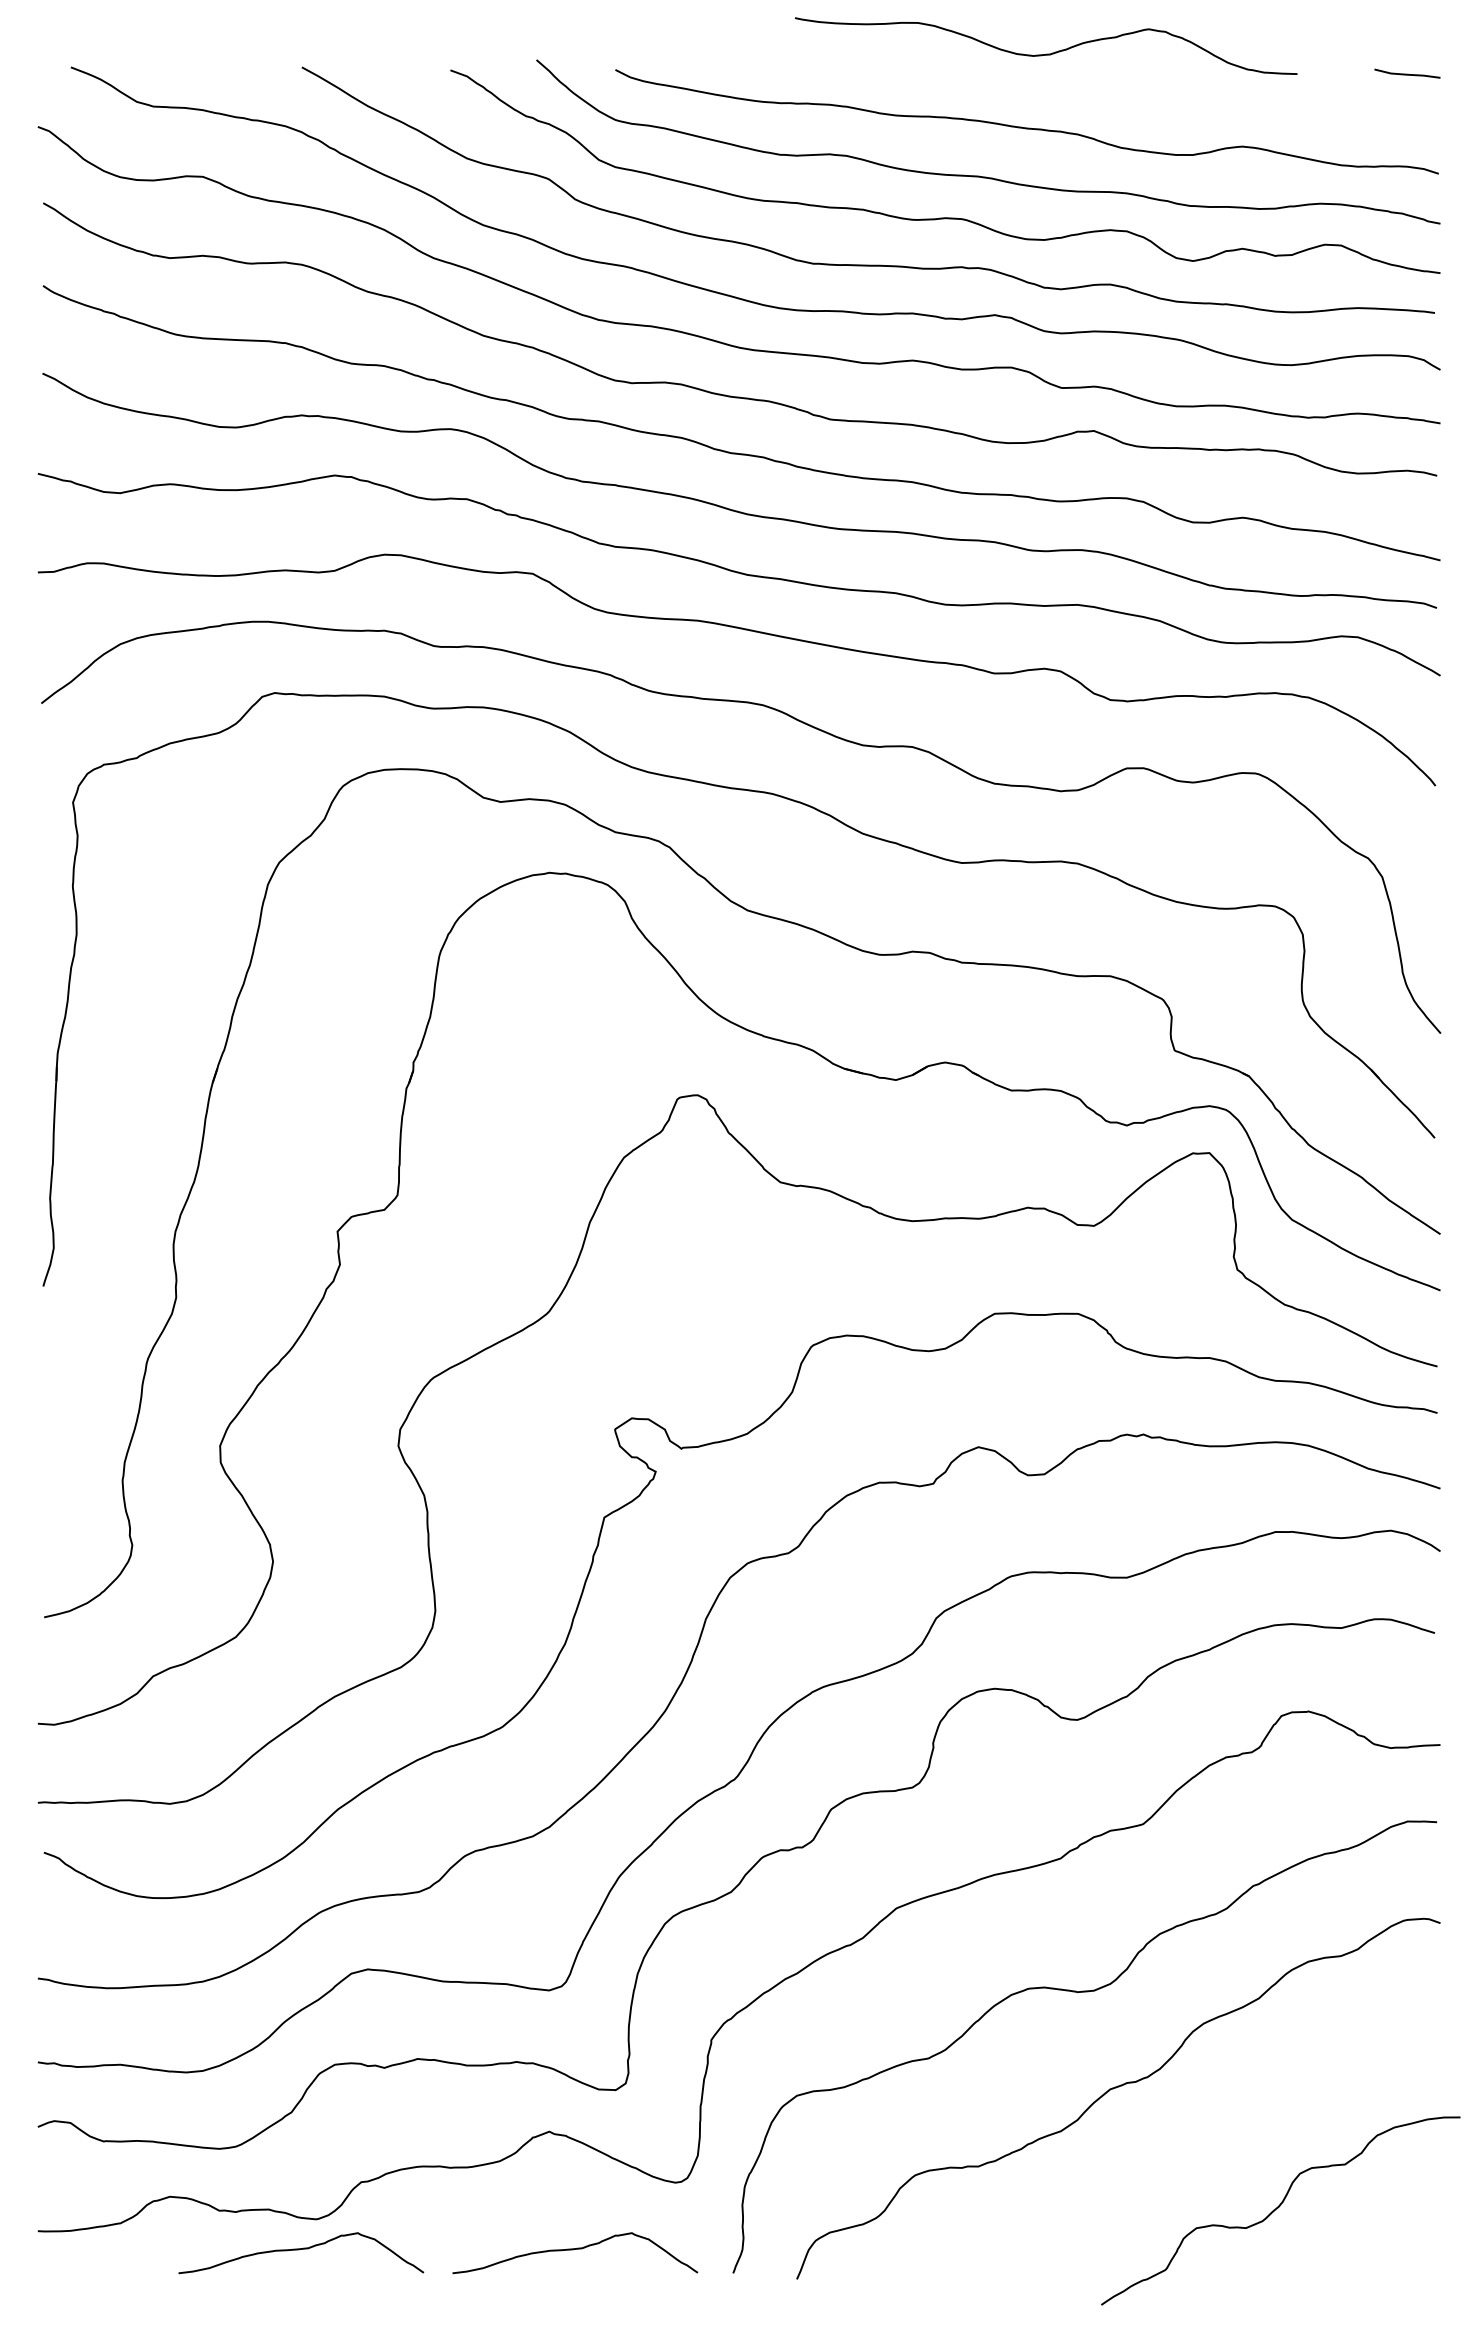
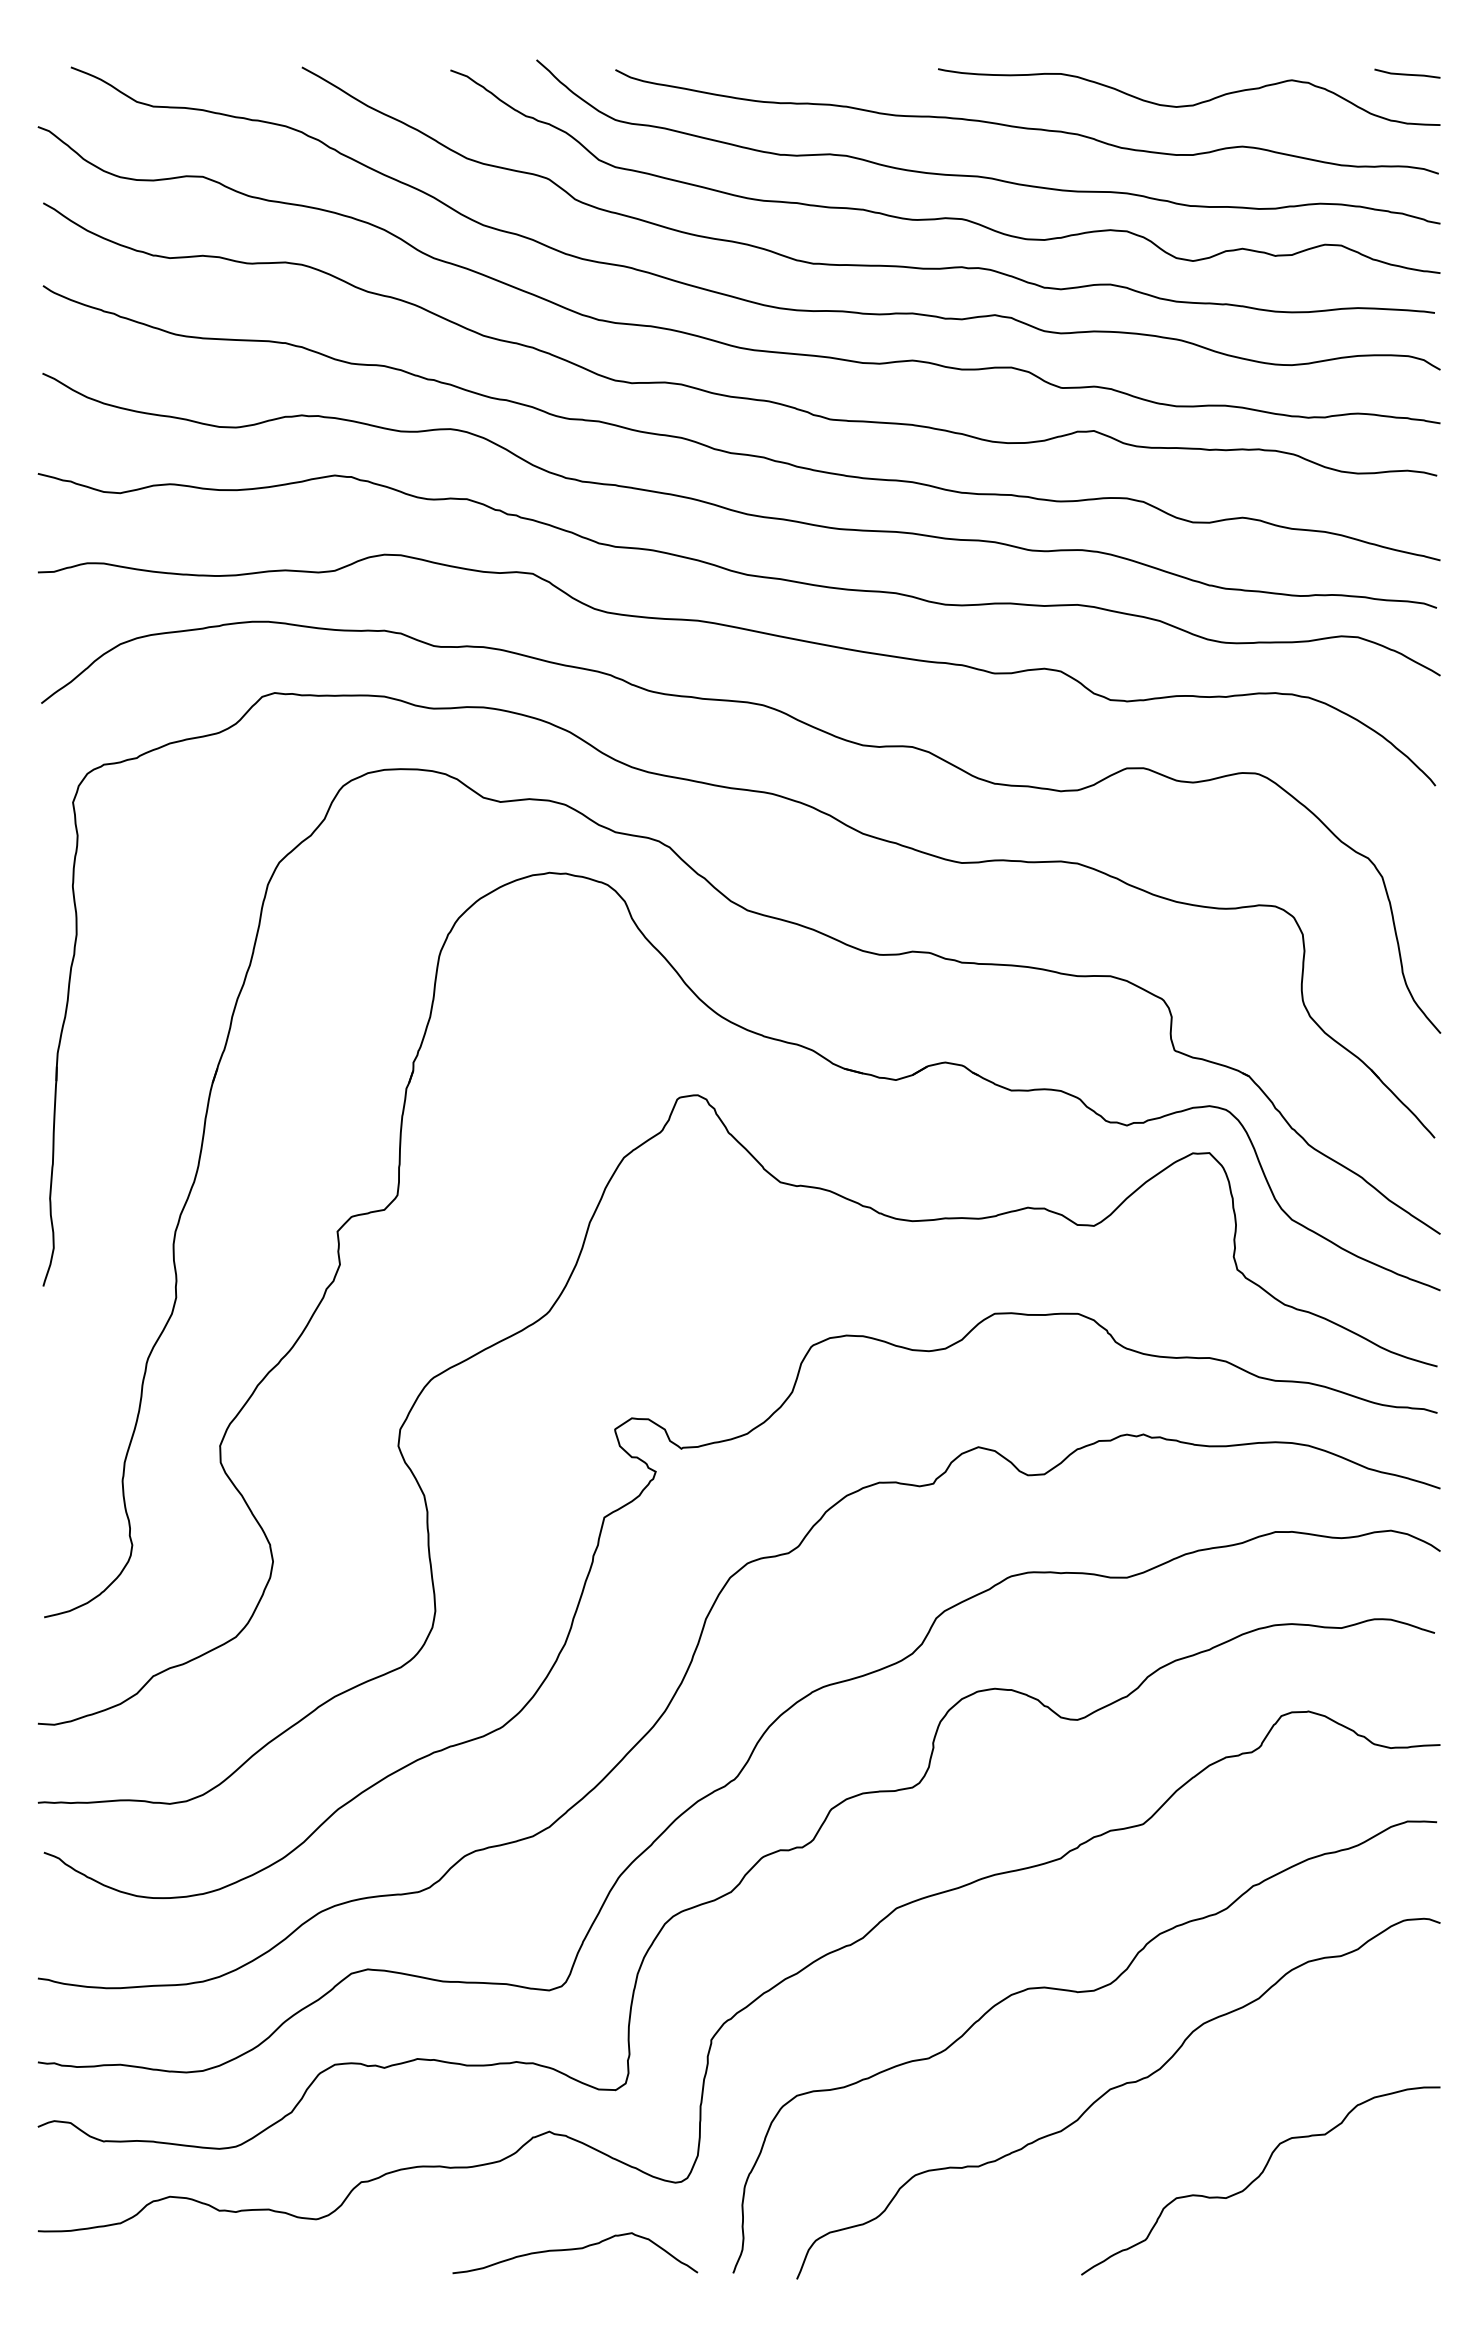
curve at (1046, 53) position: (1046, 53) -> (1189, 104)
curve at (1278, 2208) position: (1278, 2208) -> (1258, 2178)
curve at (299, 2250): present -> none
